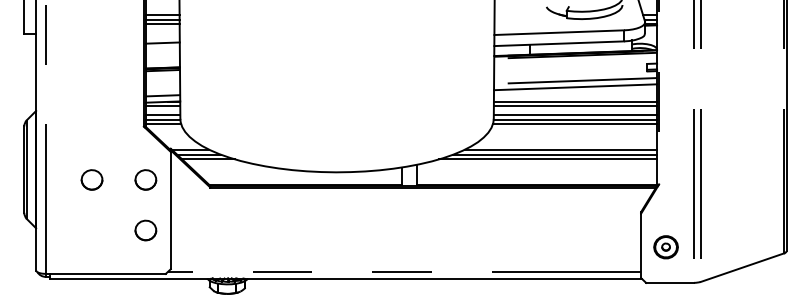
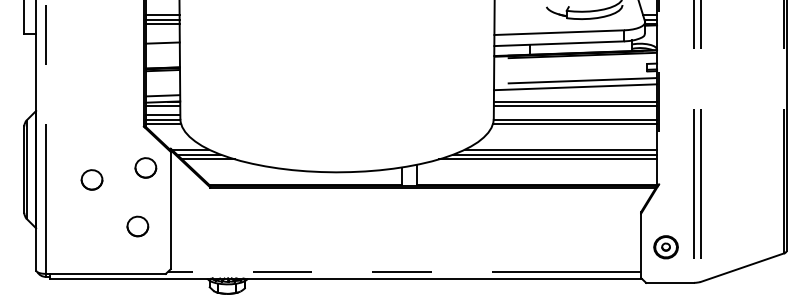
line at (575, 114): present -> none
part at (145, 179) position: (145, 179) -> (145, 167)
part at (145, 230) position: (145, 230) -> (137, 226)
